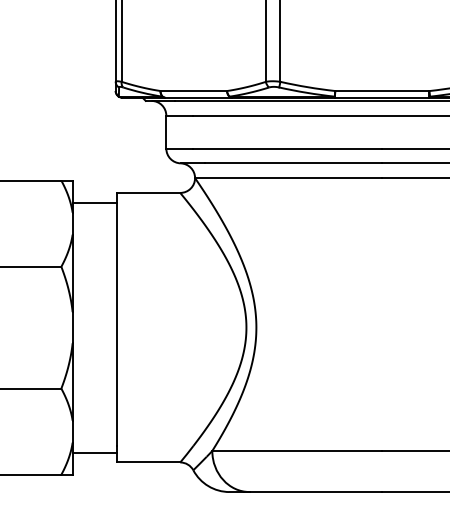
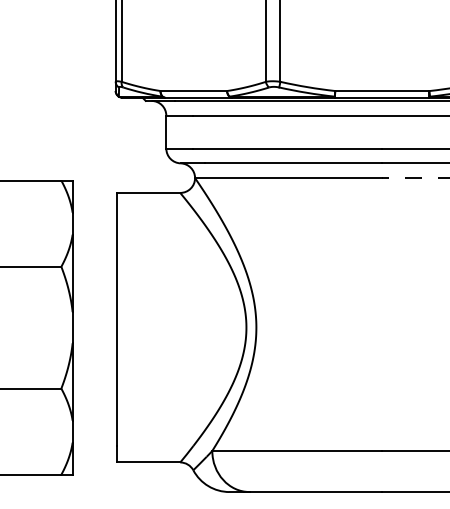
line at (415, 178): solid -> dashed
line at (94, 202): present -> none
line at (94, 452): present -> none
